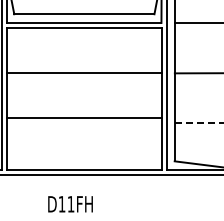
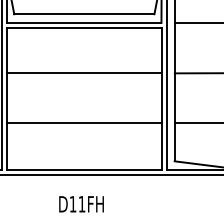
line at (83, 118) position: (83, 118) -> (83, 123)
line at (199, 123): dashed -> solid
text at (70, 204) position: (70, 204) -> (81, 204)
